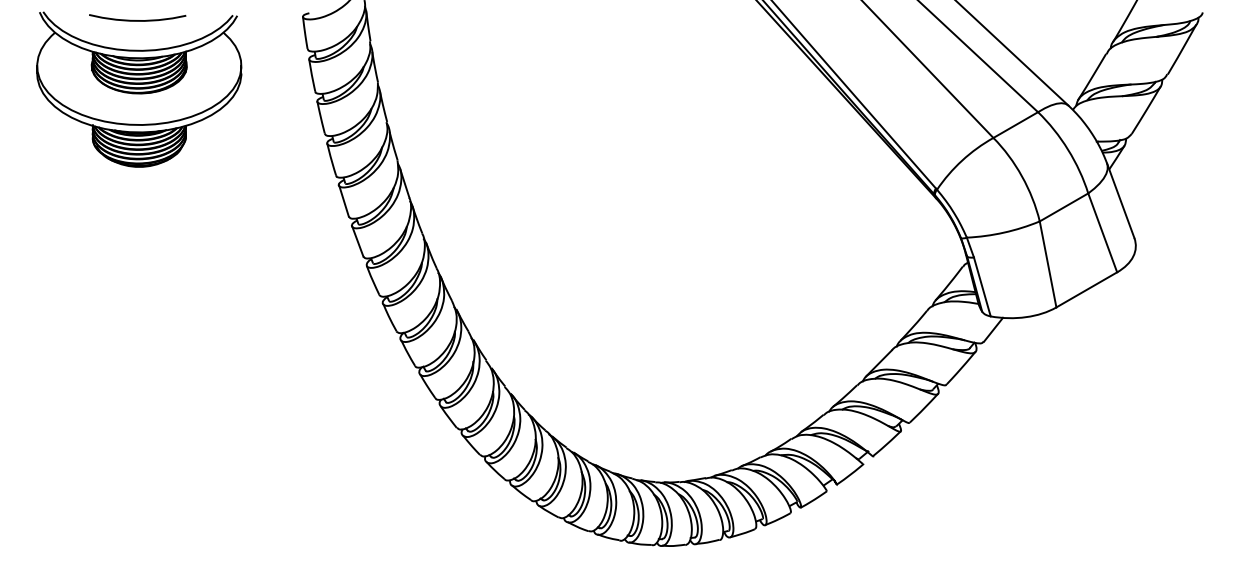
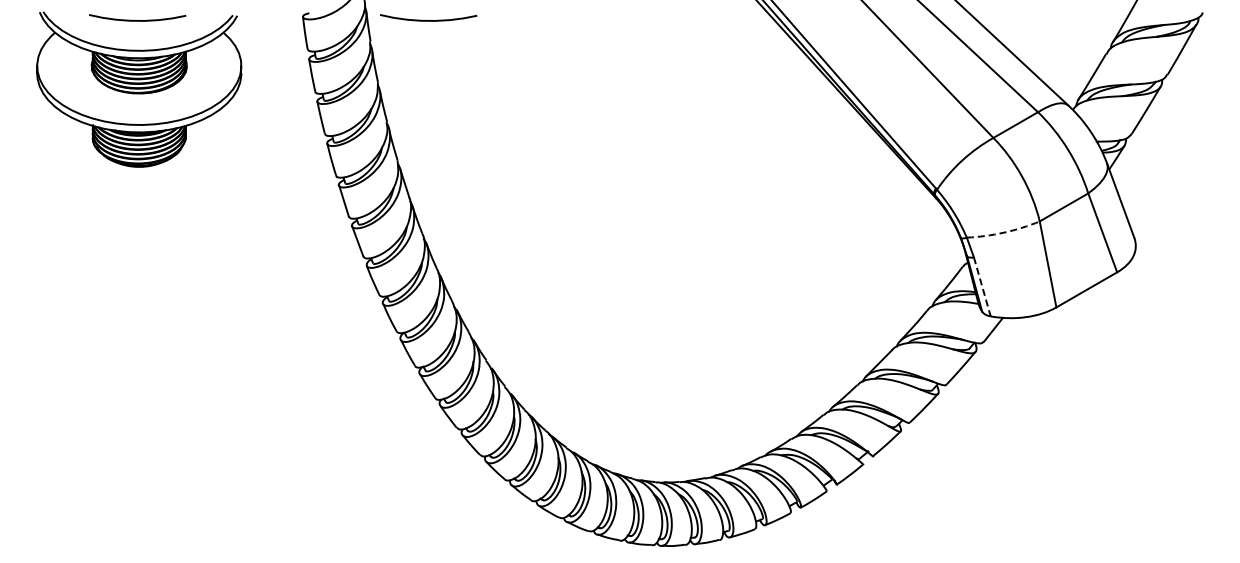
curve at (428, 20): none -> present
arc at (1004, 232): solid -> dashed
line at (982, 286): solid -> dashed
